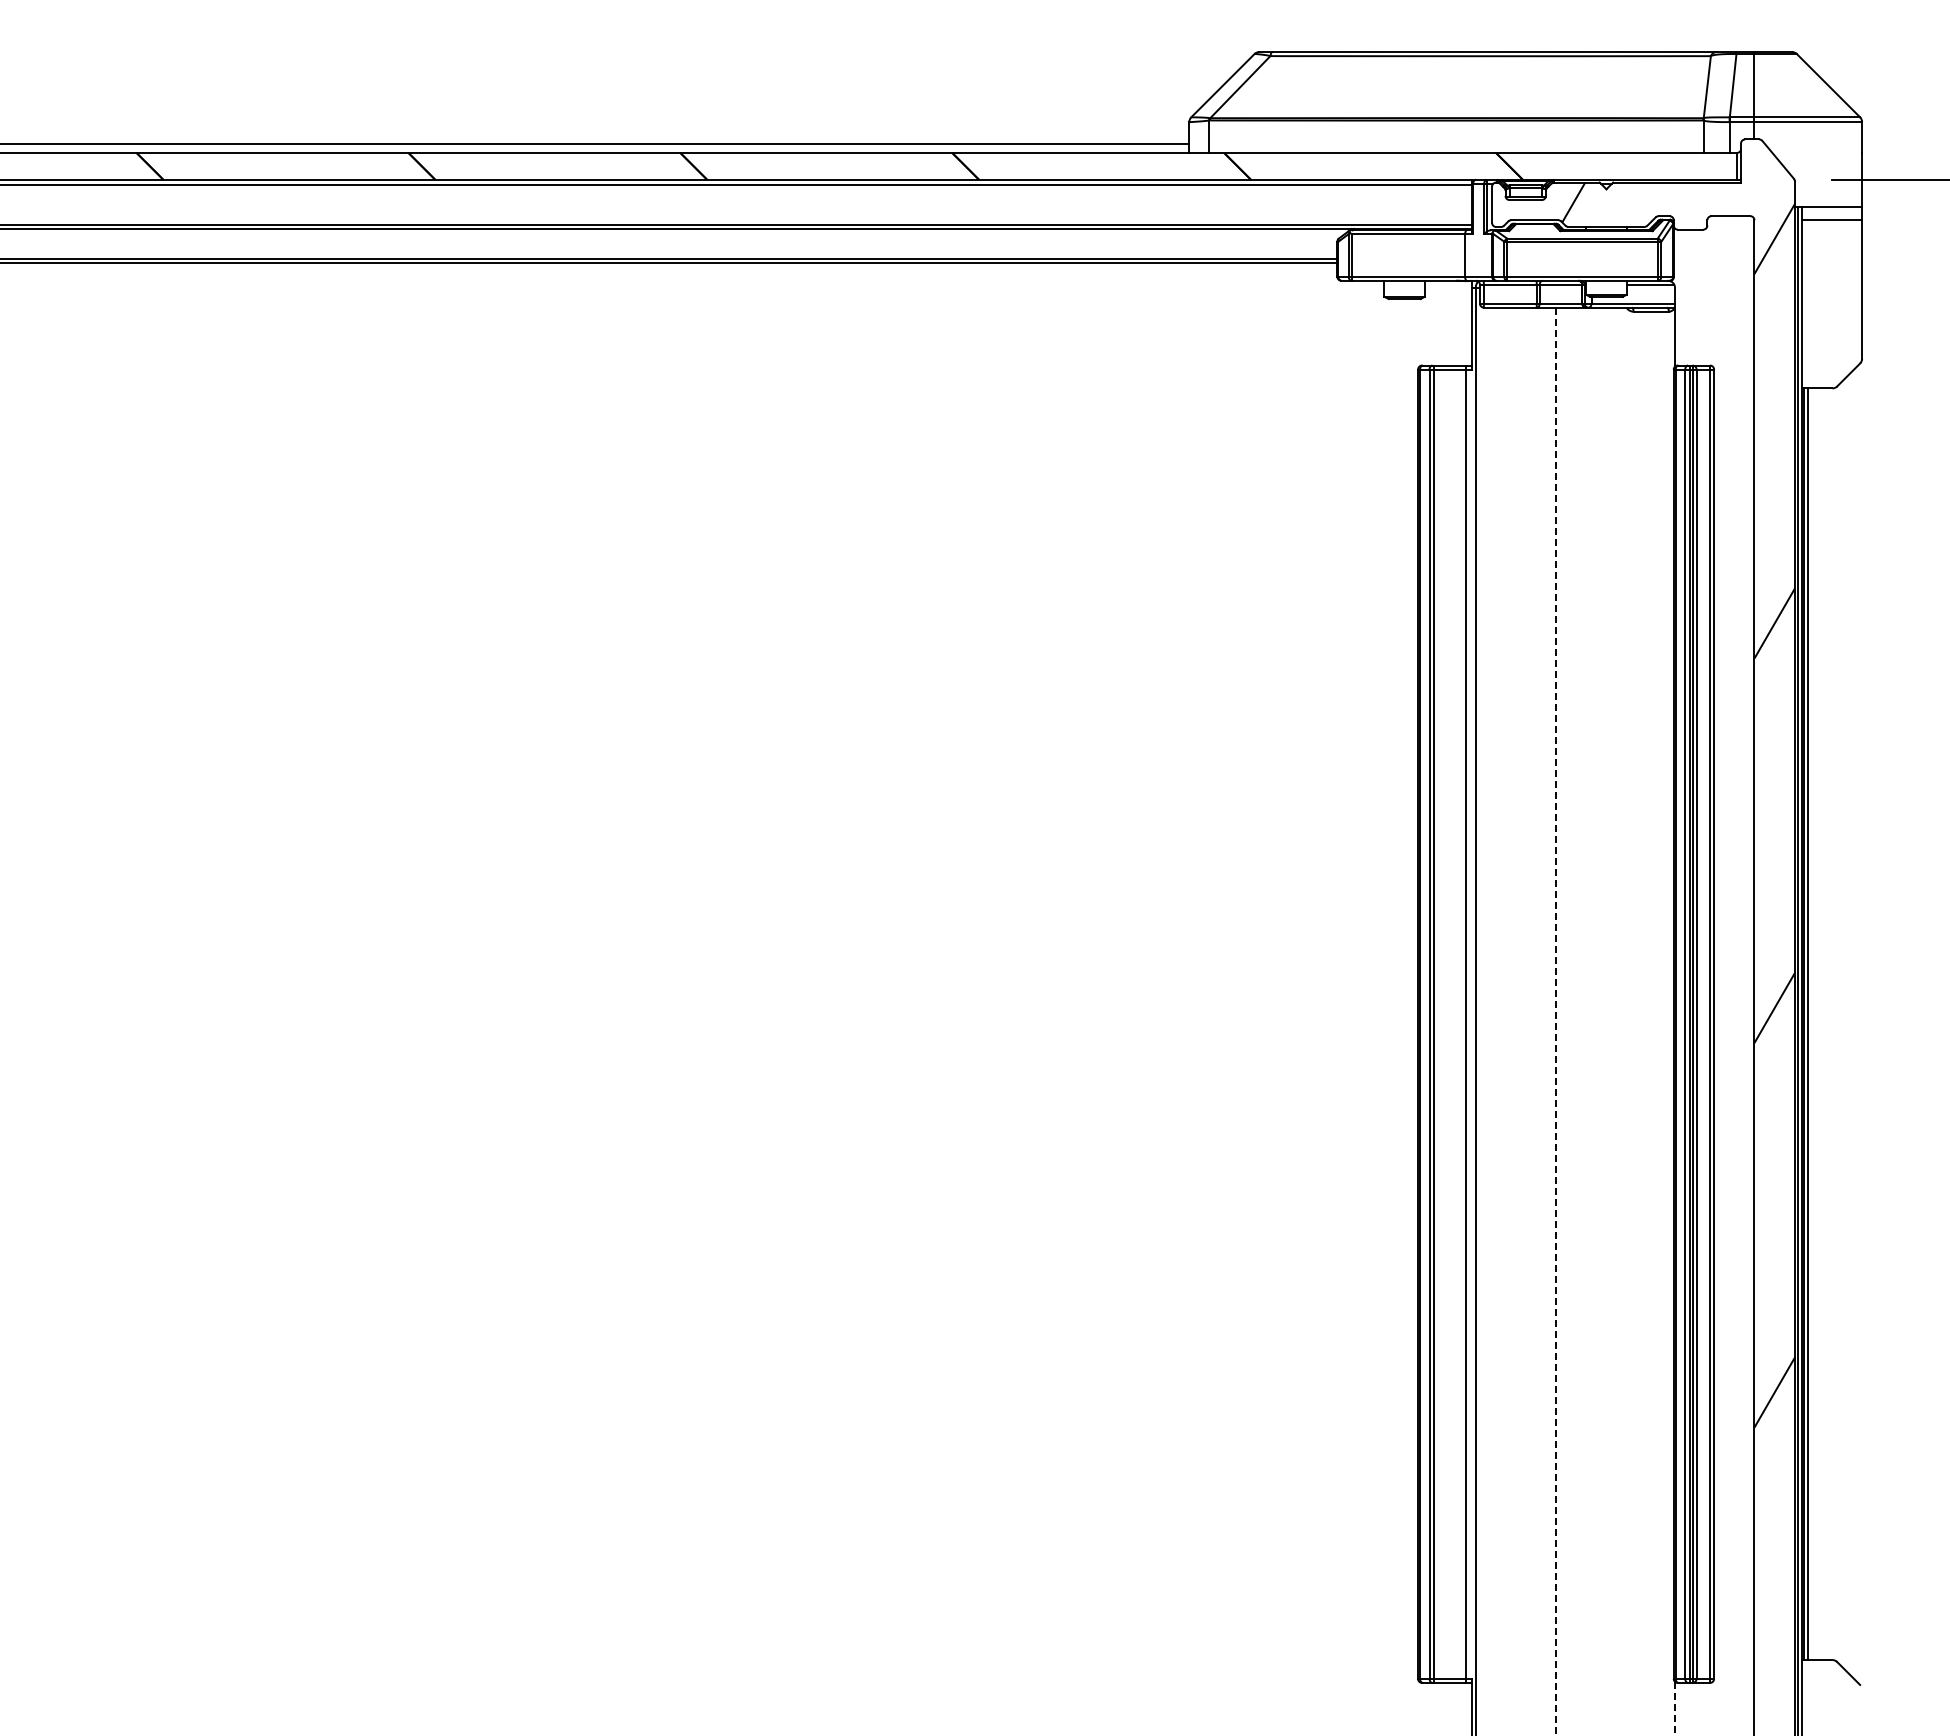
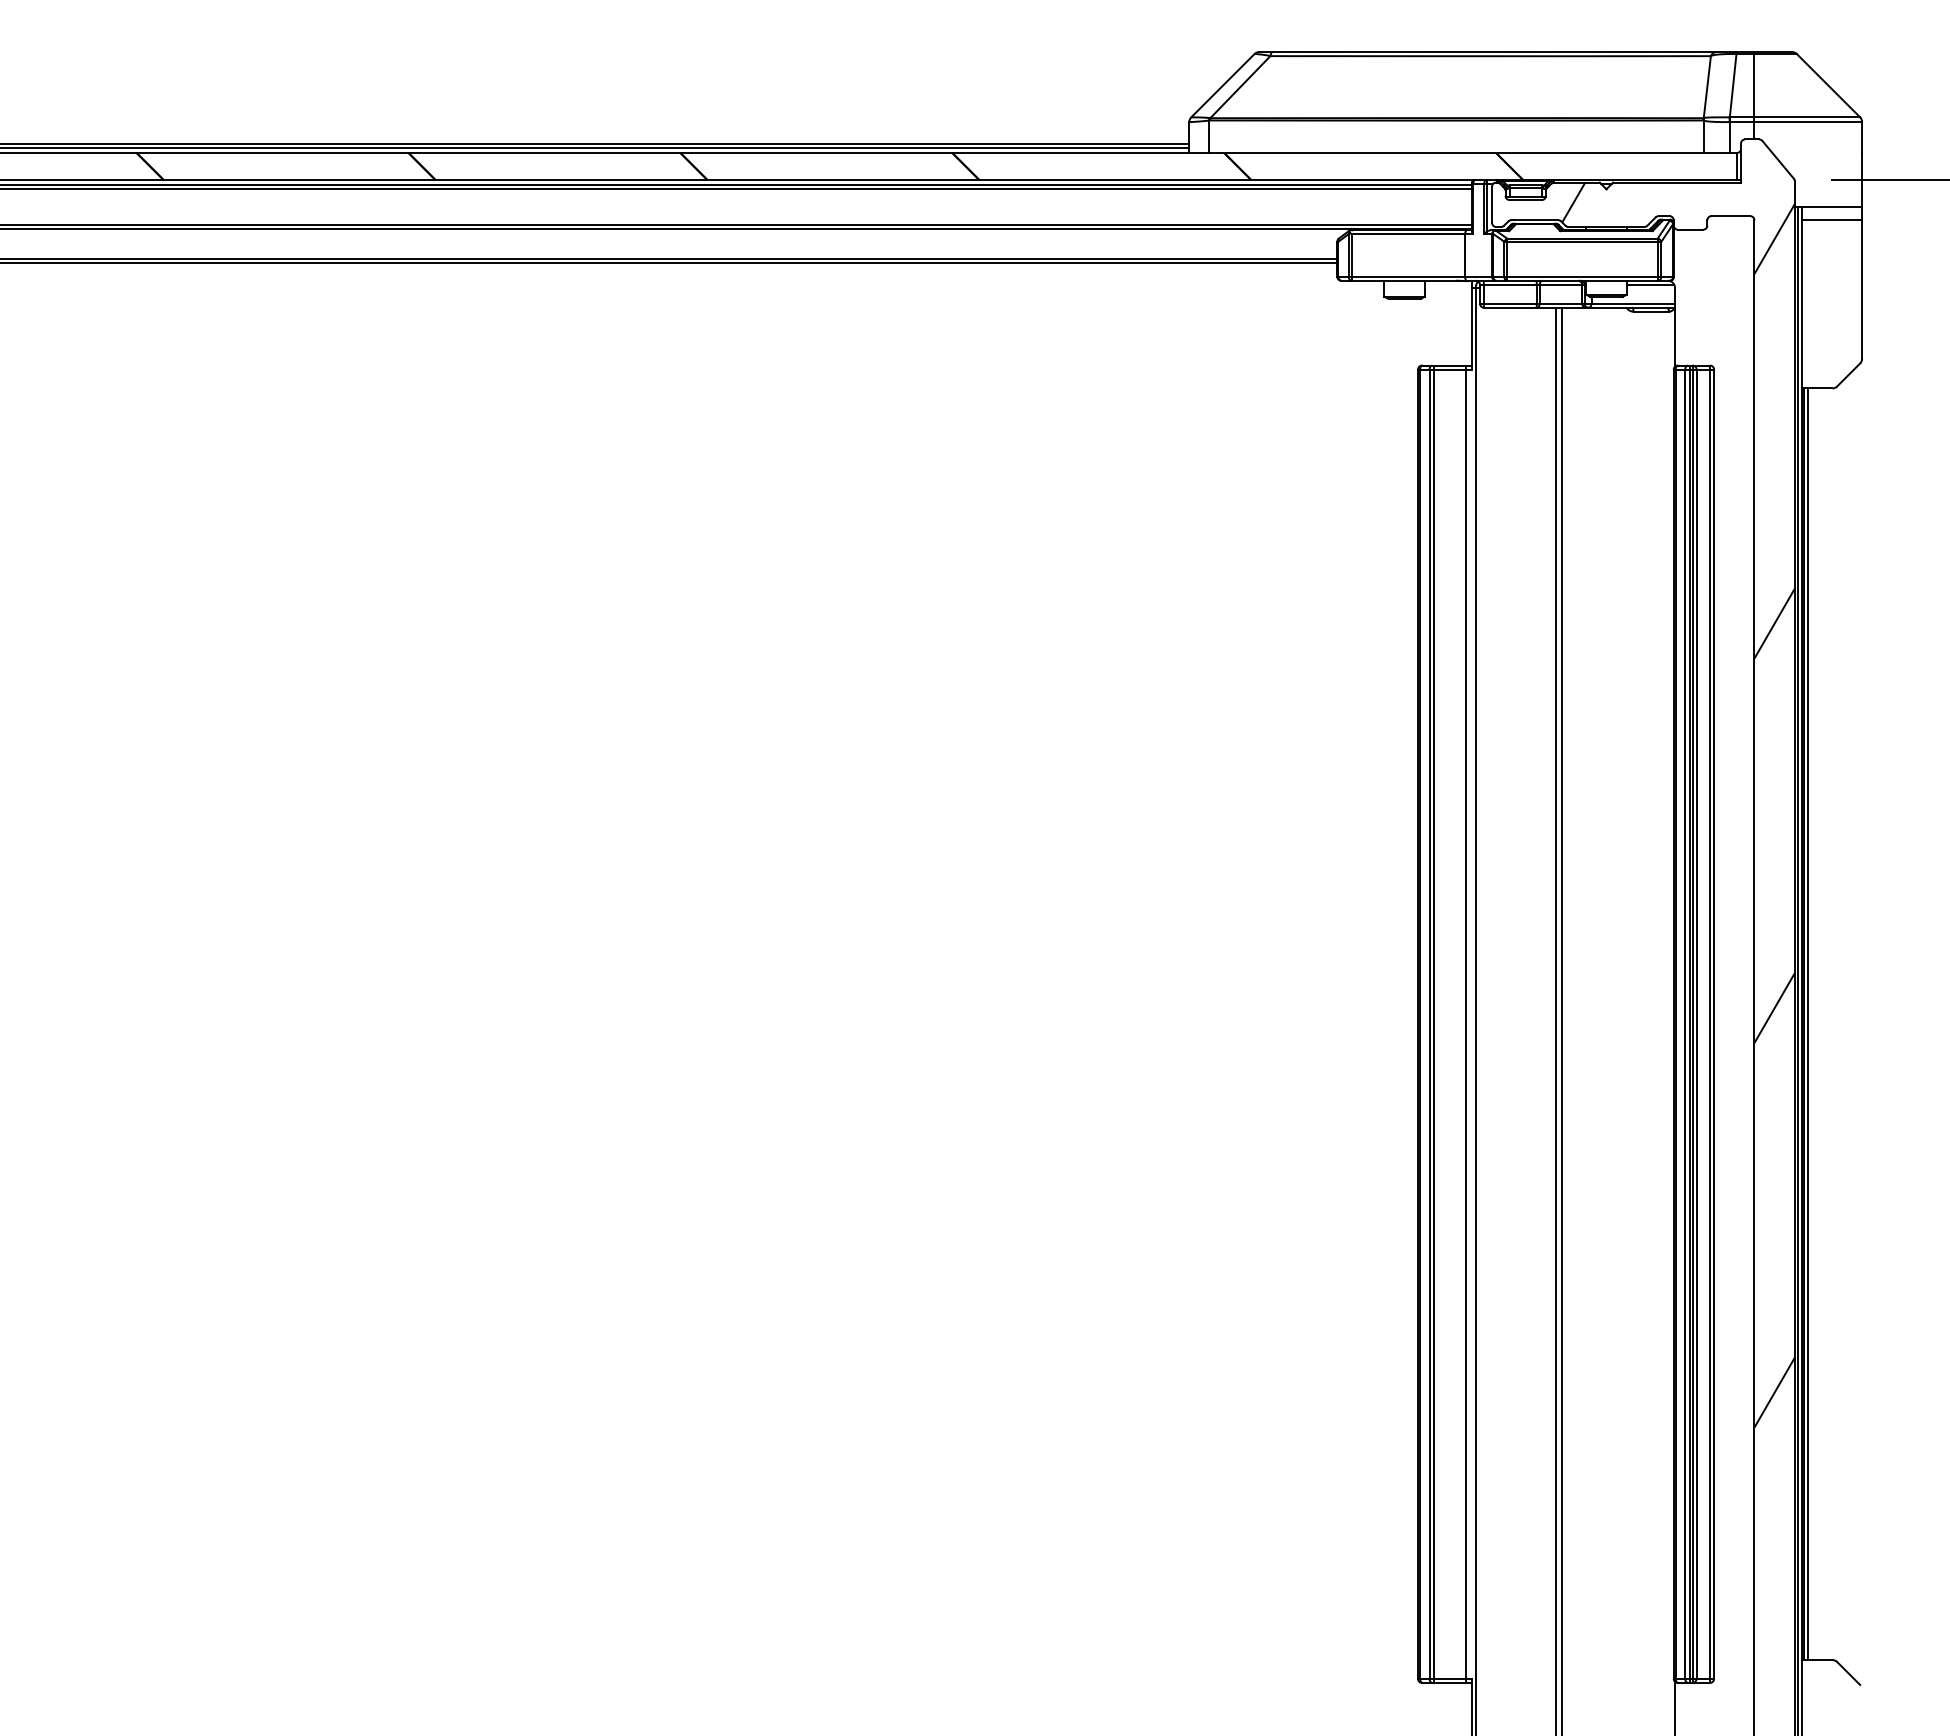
line at (595, 148): none -> present
line at (736, 188): none -> present
line at (1561, 1019): none -> present
line at (1556, 1022): dashed -> solid
line at (1674, 1708): dashed -> solid
